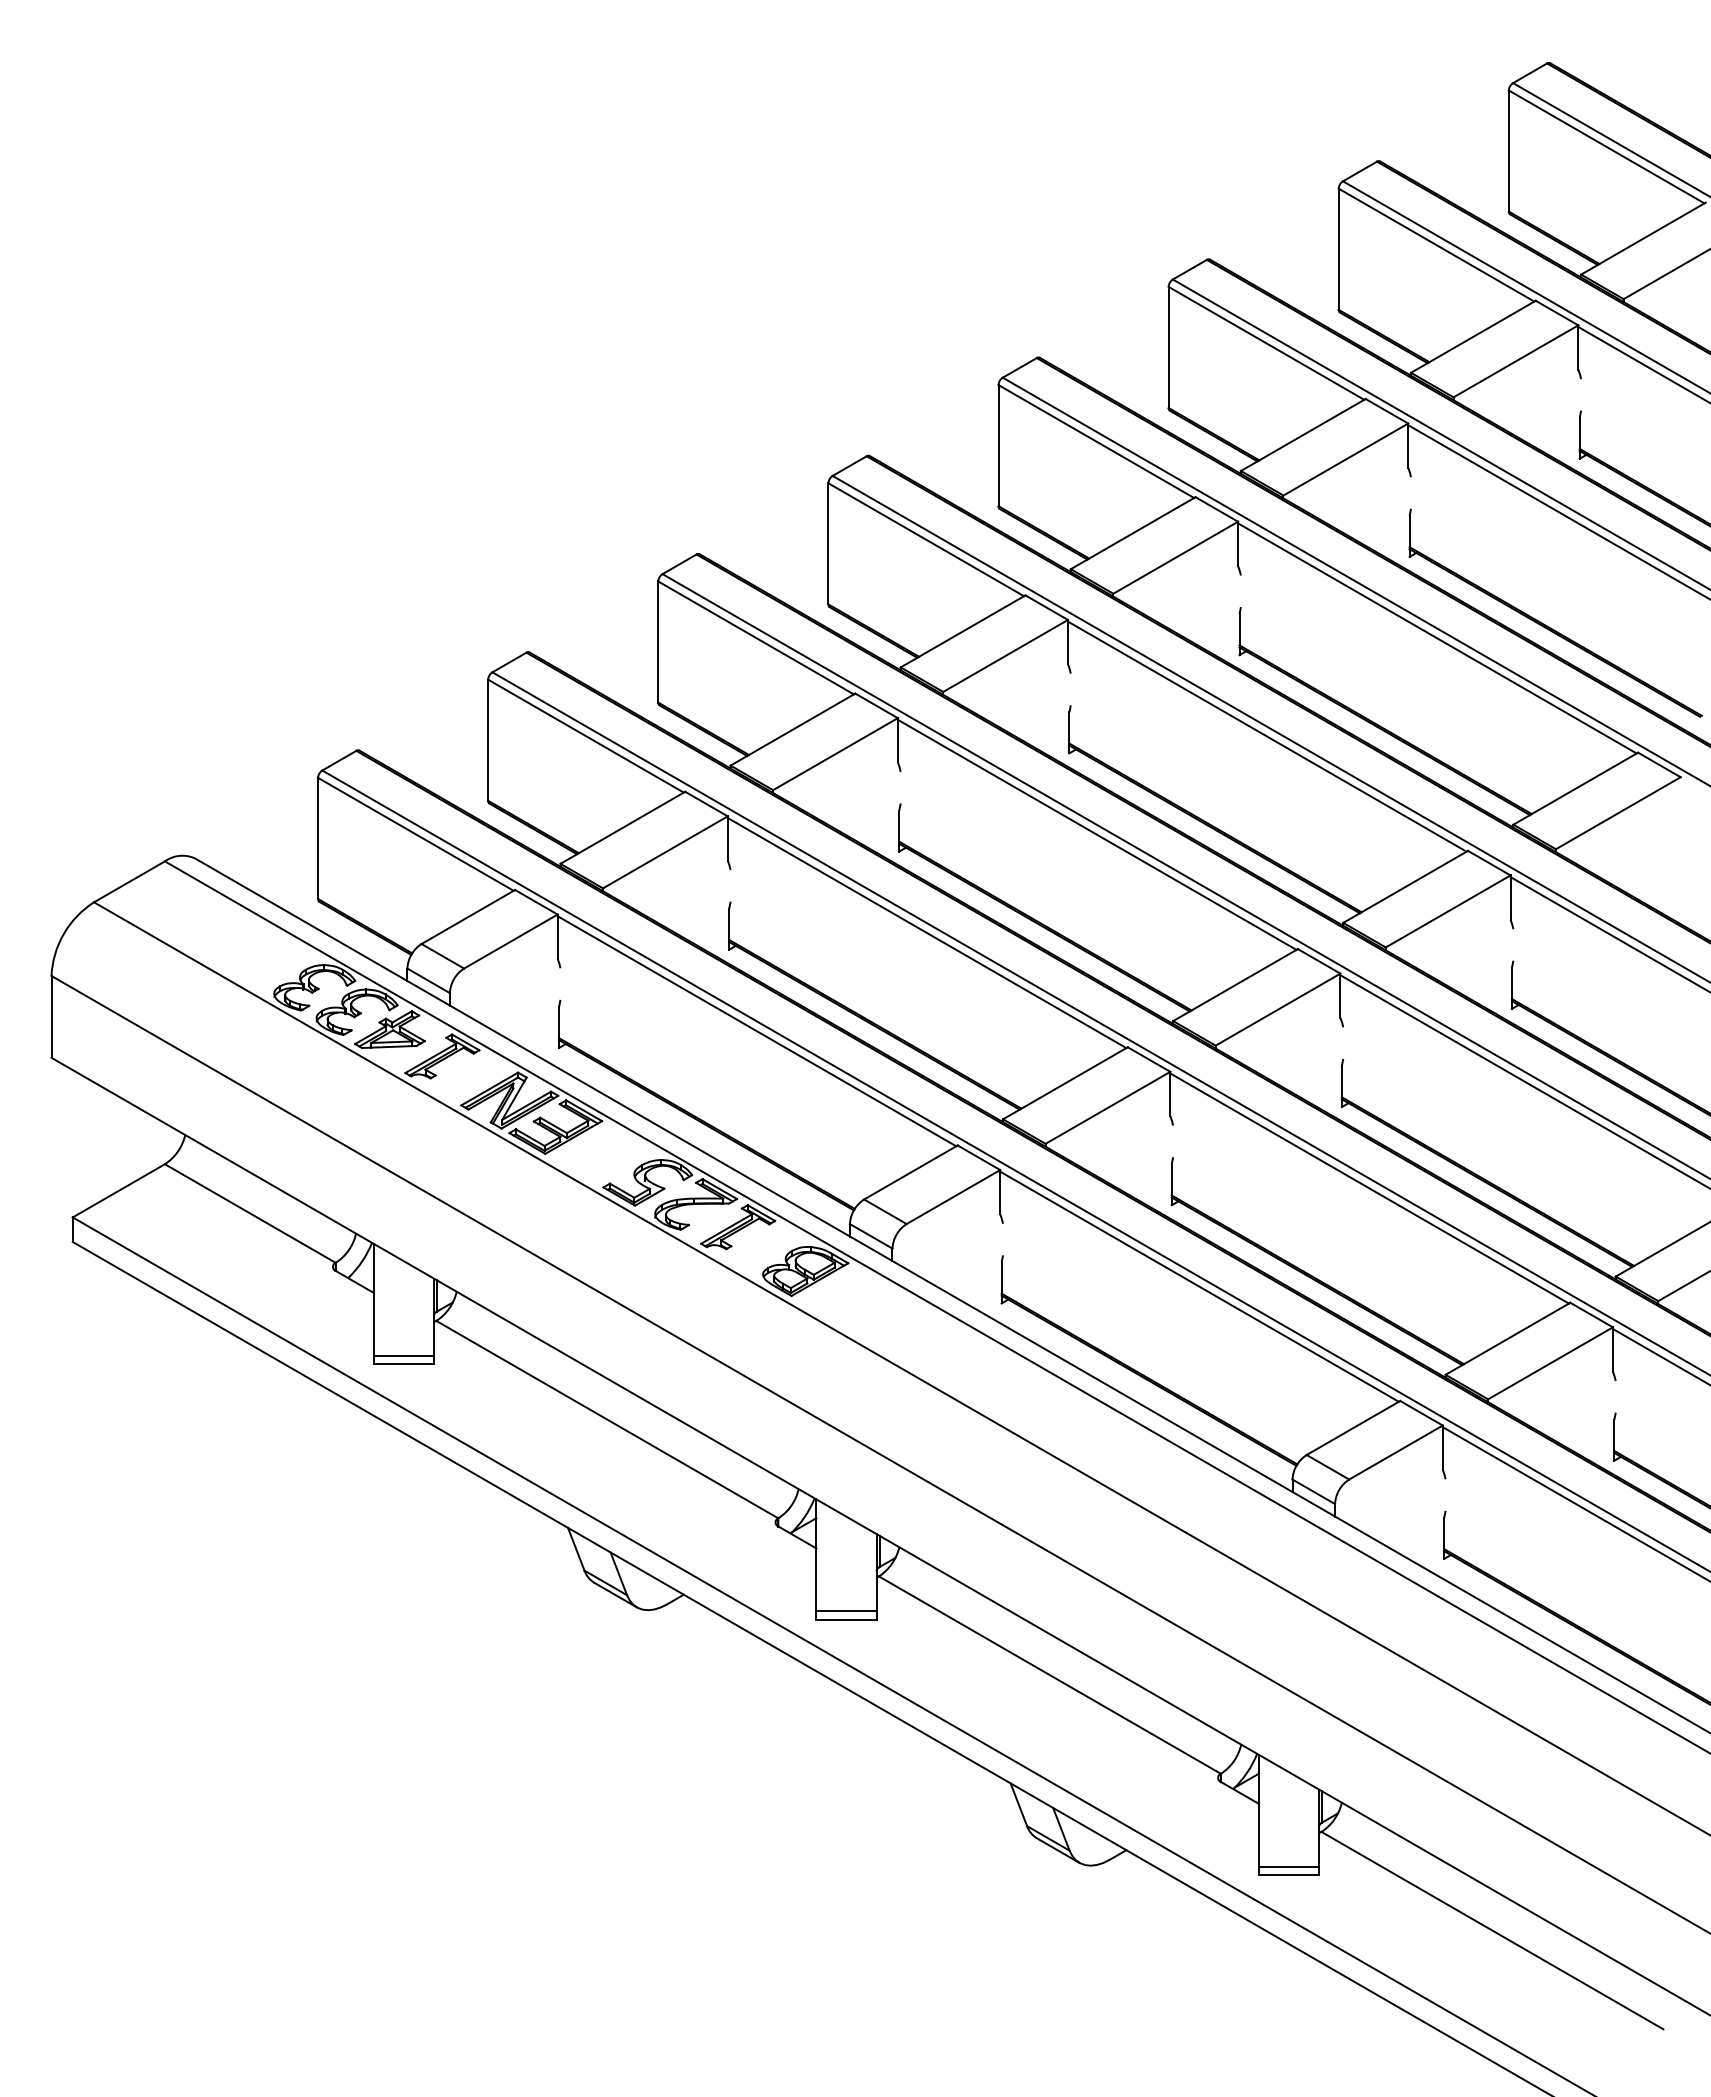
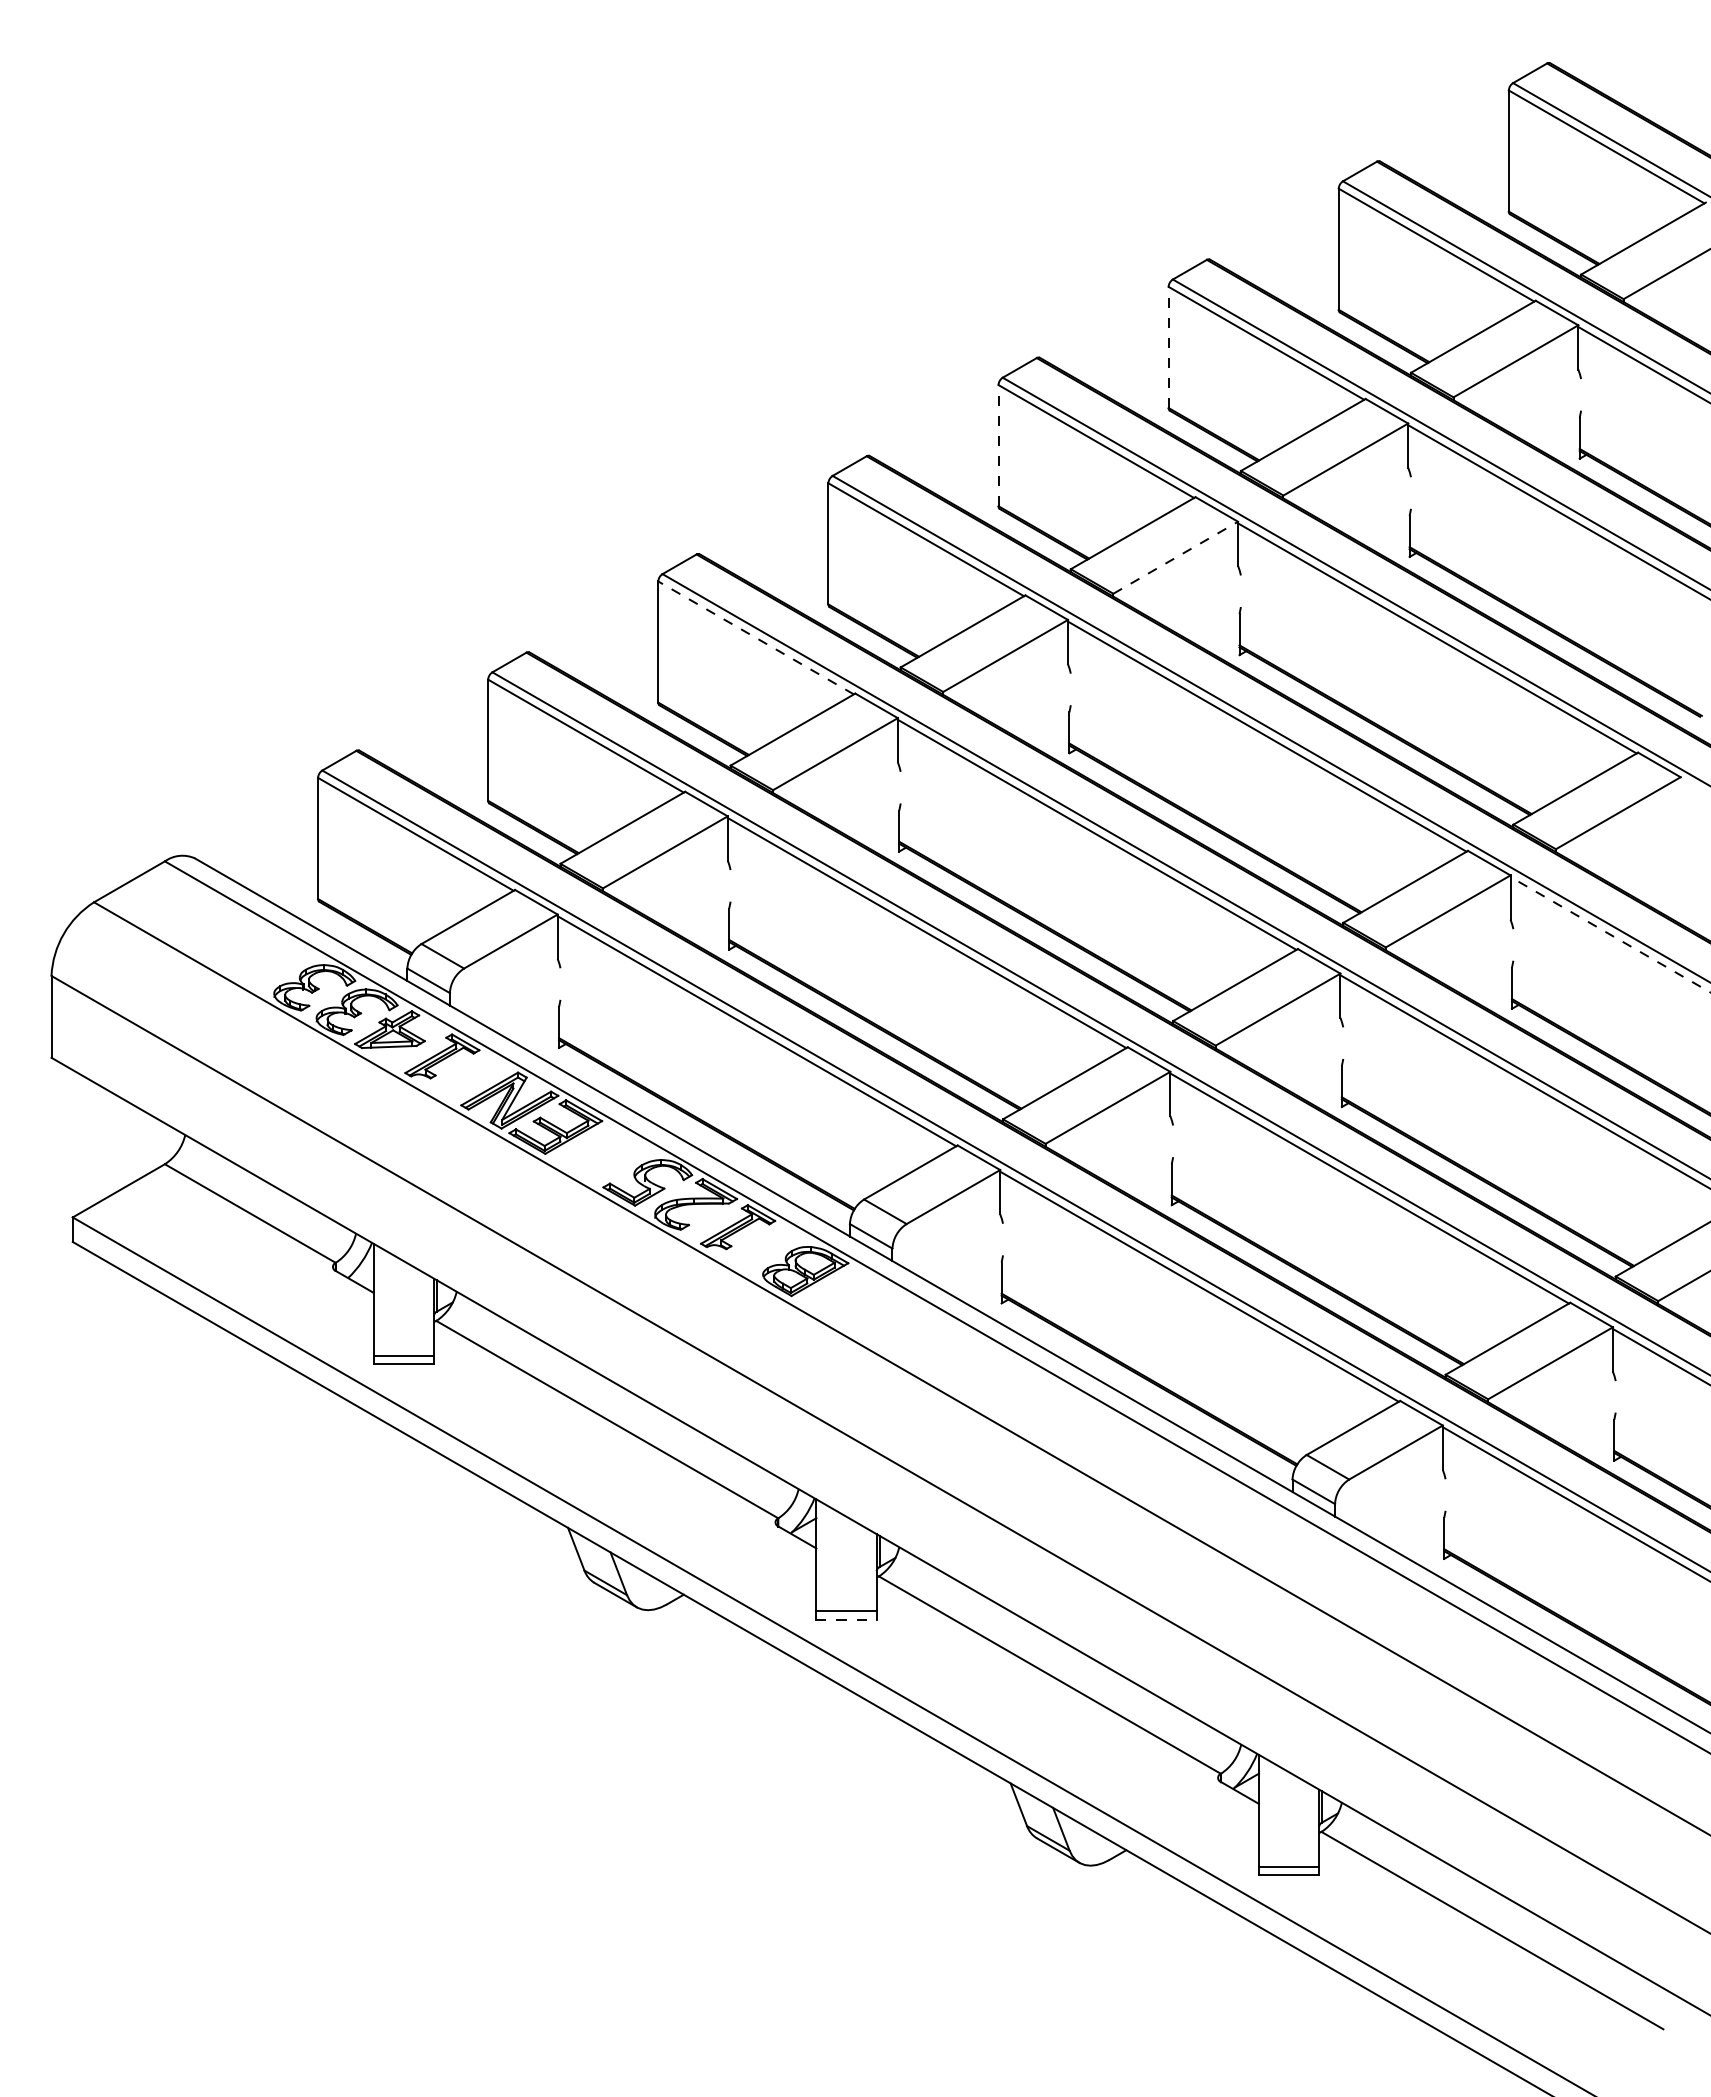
line at (1168, 347): solid -> dashed
line at (998, 445): solid -> dashed
line at (1176, 557): solid -> dashed
line at (756, 637): solid -> dashed
line at (1609, 934): solid -> dashed
line at (847, 1619): solid -> dashed
